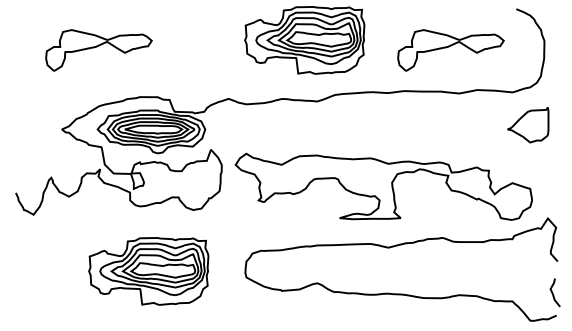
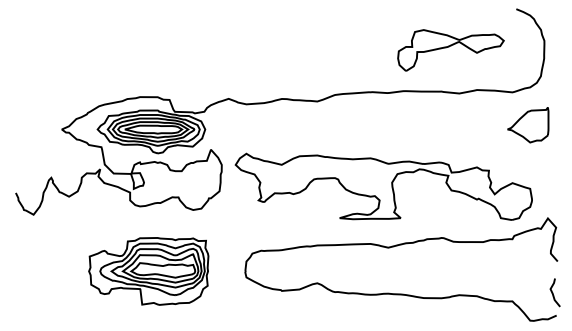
part at (304, 40): present -> none
part at (98, 50): present -> none
